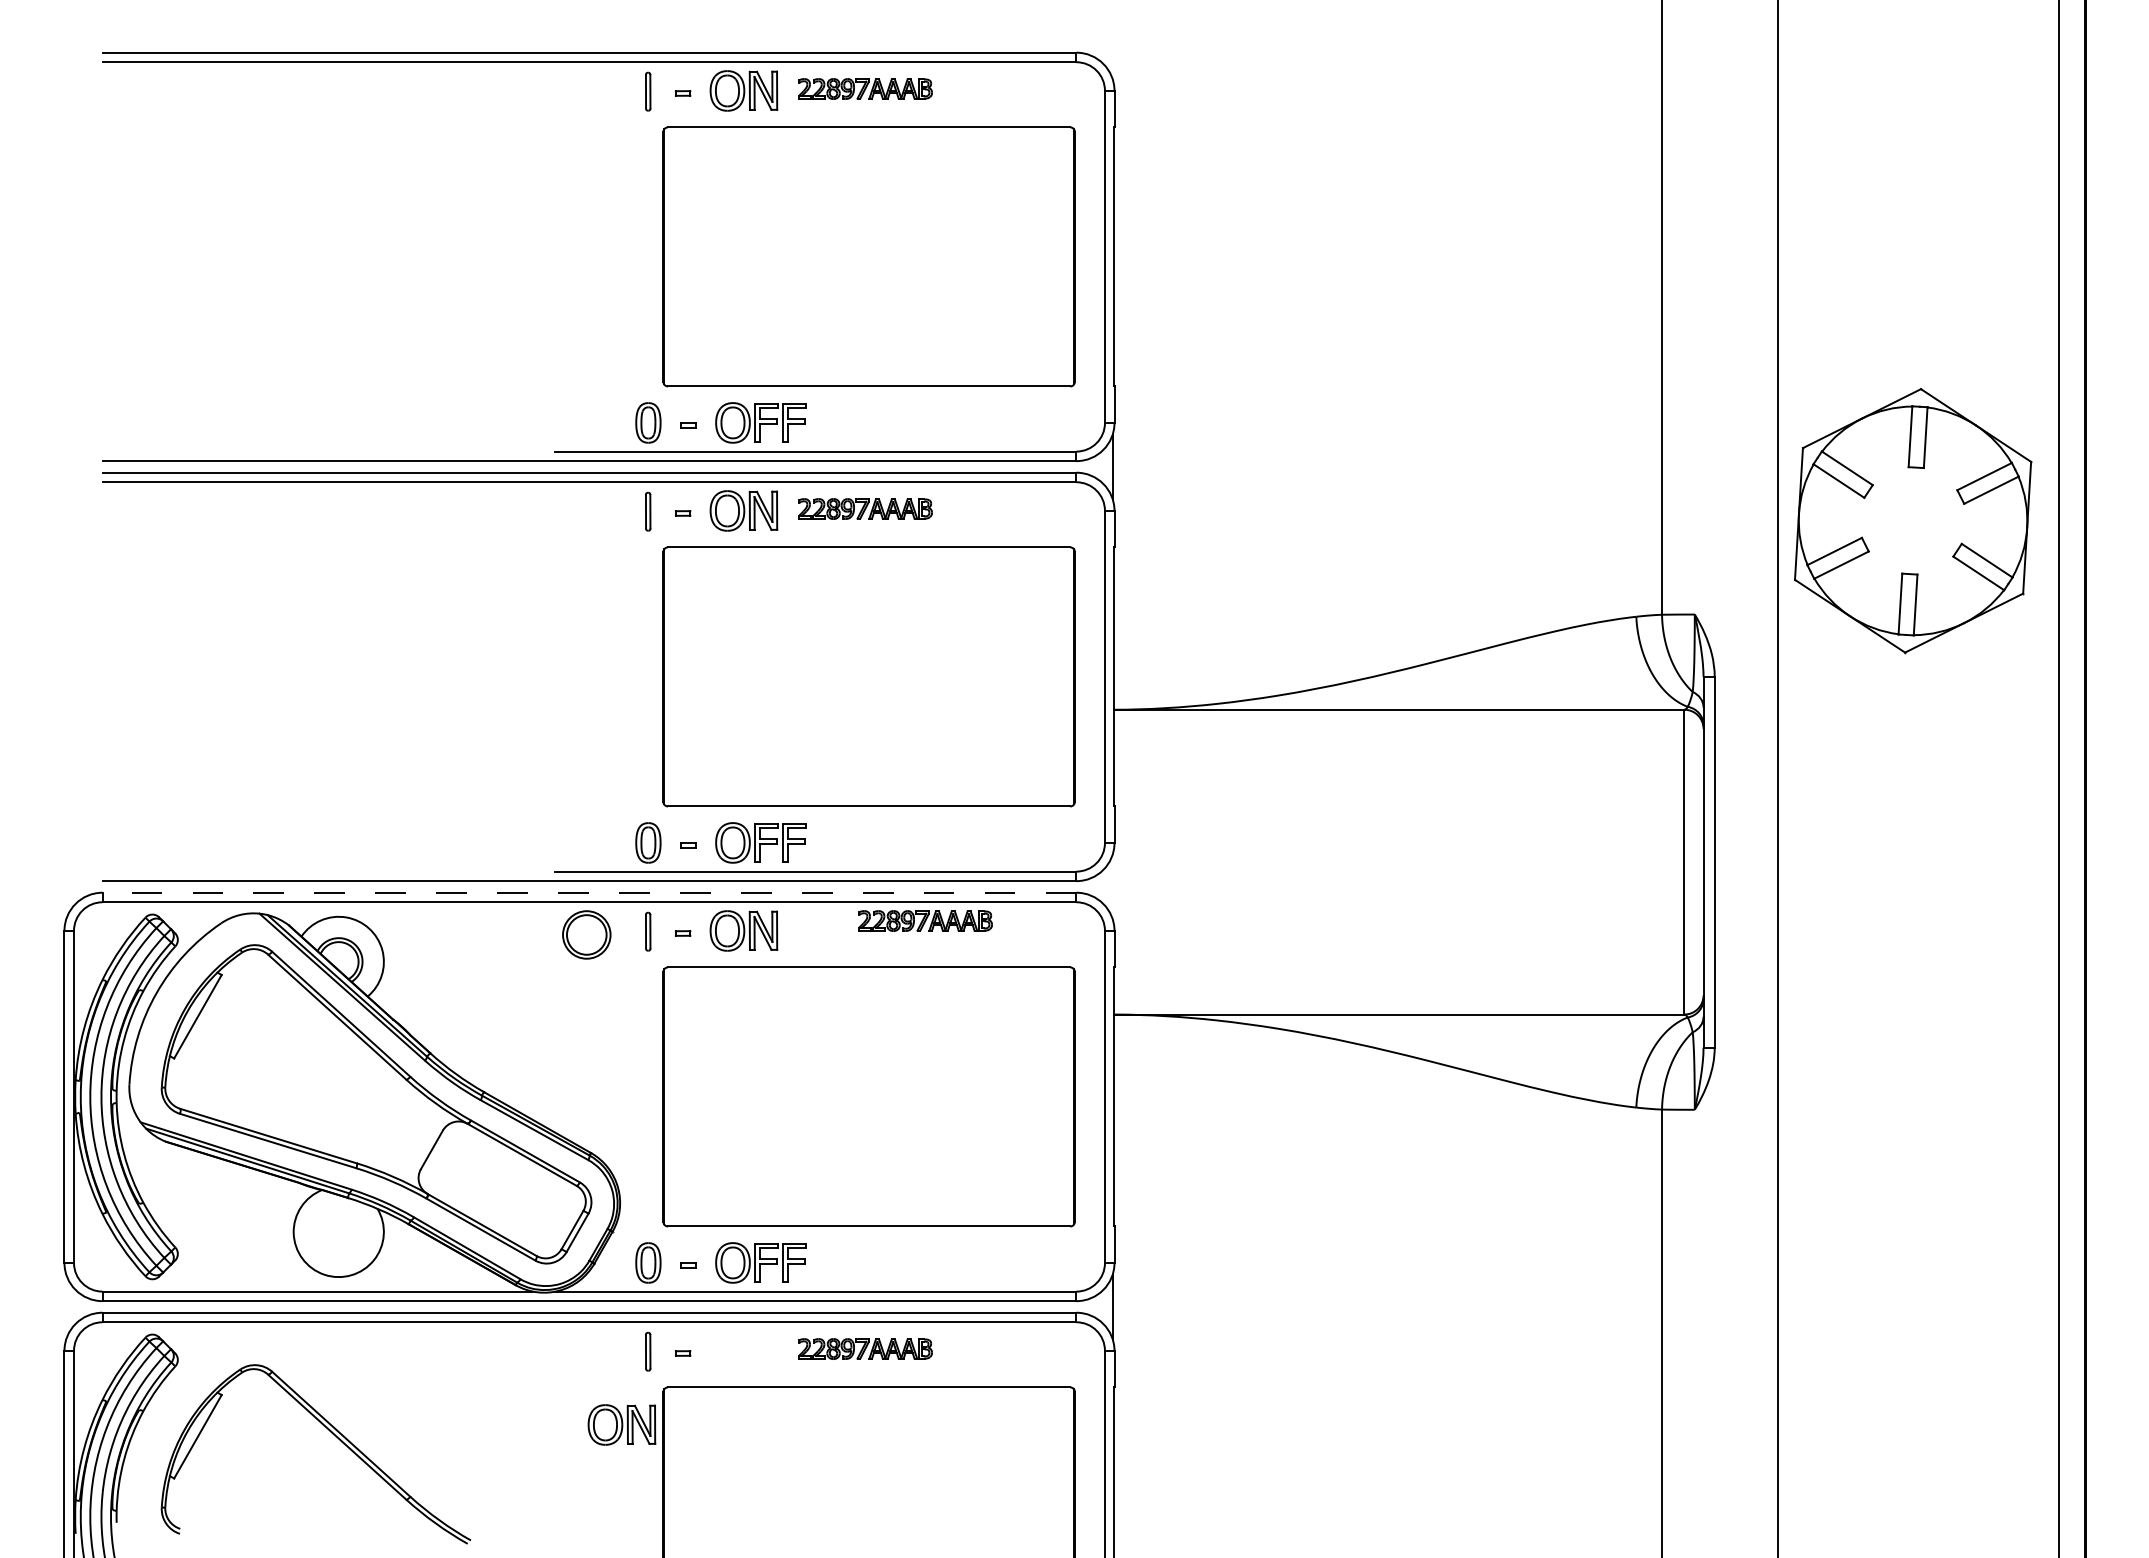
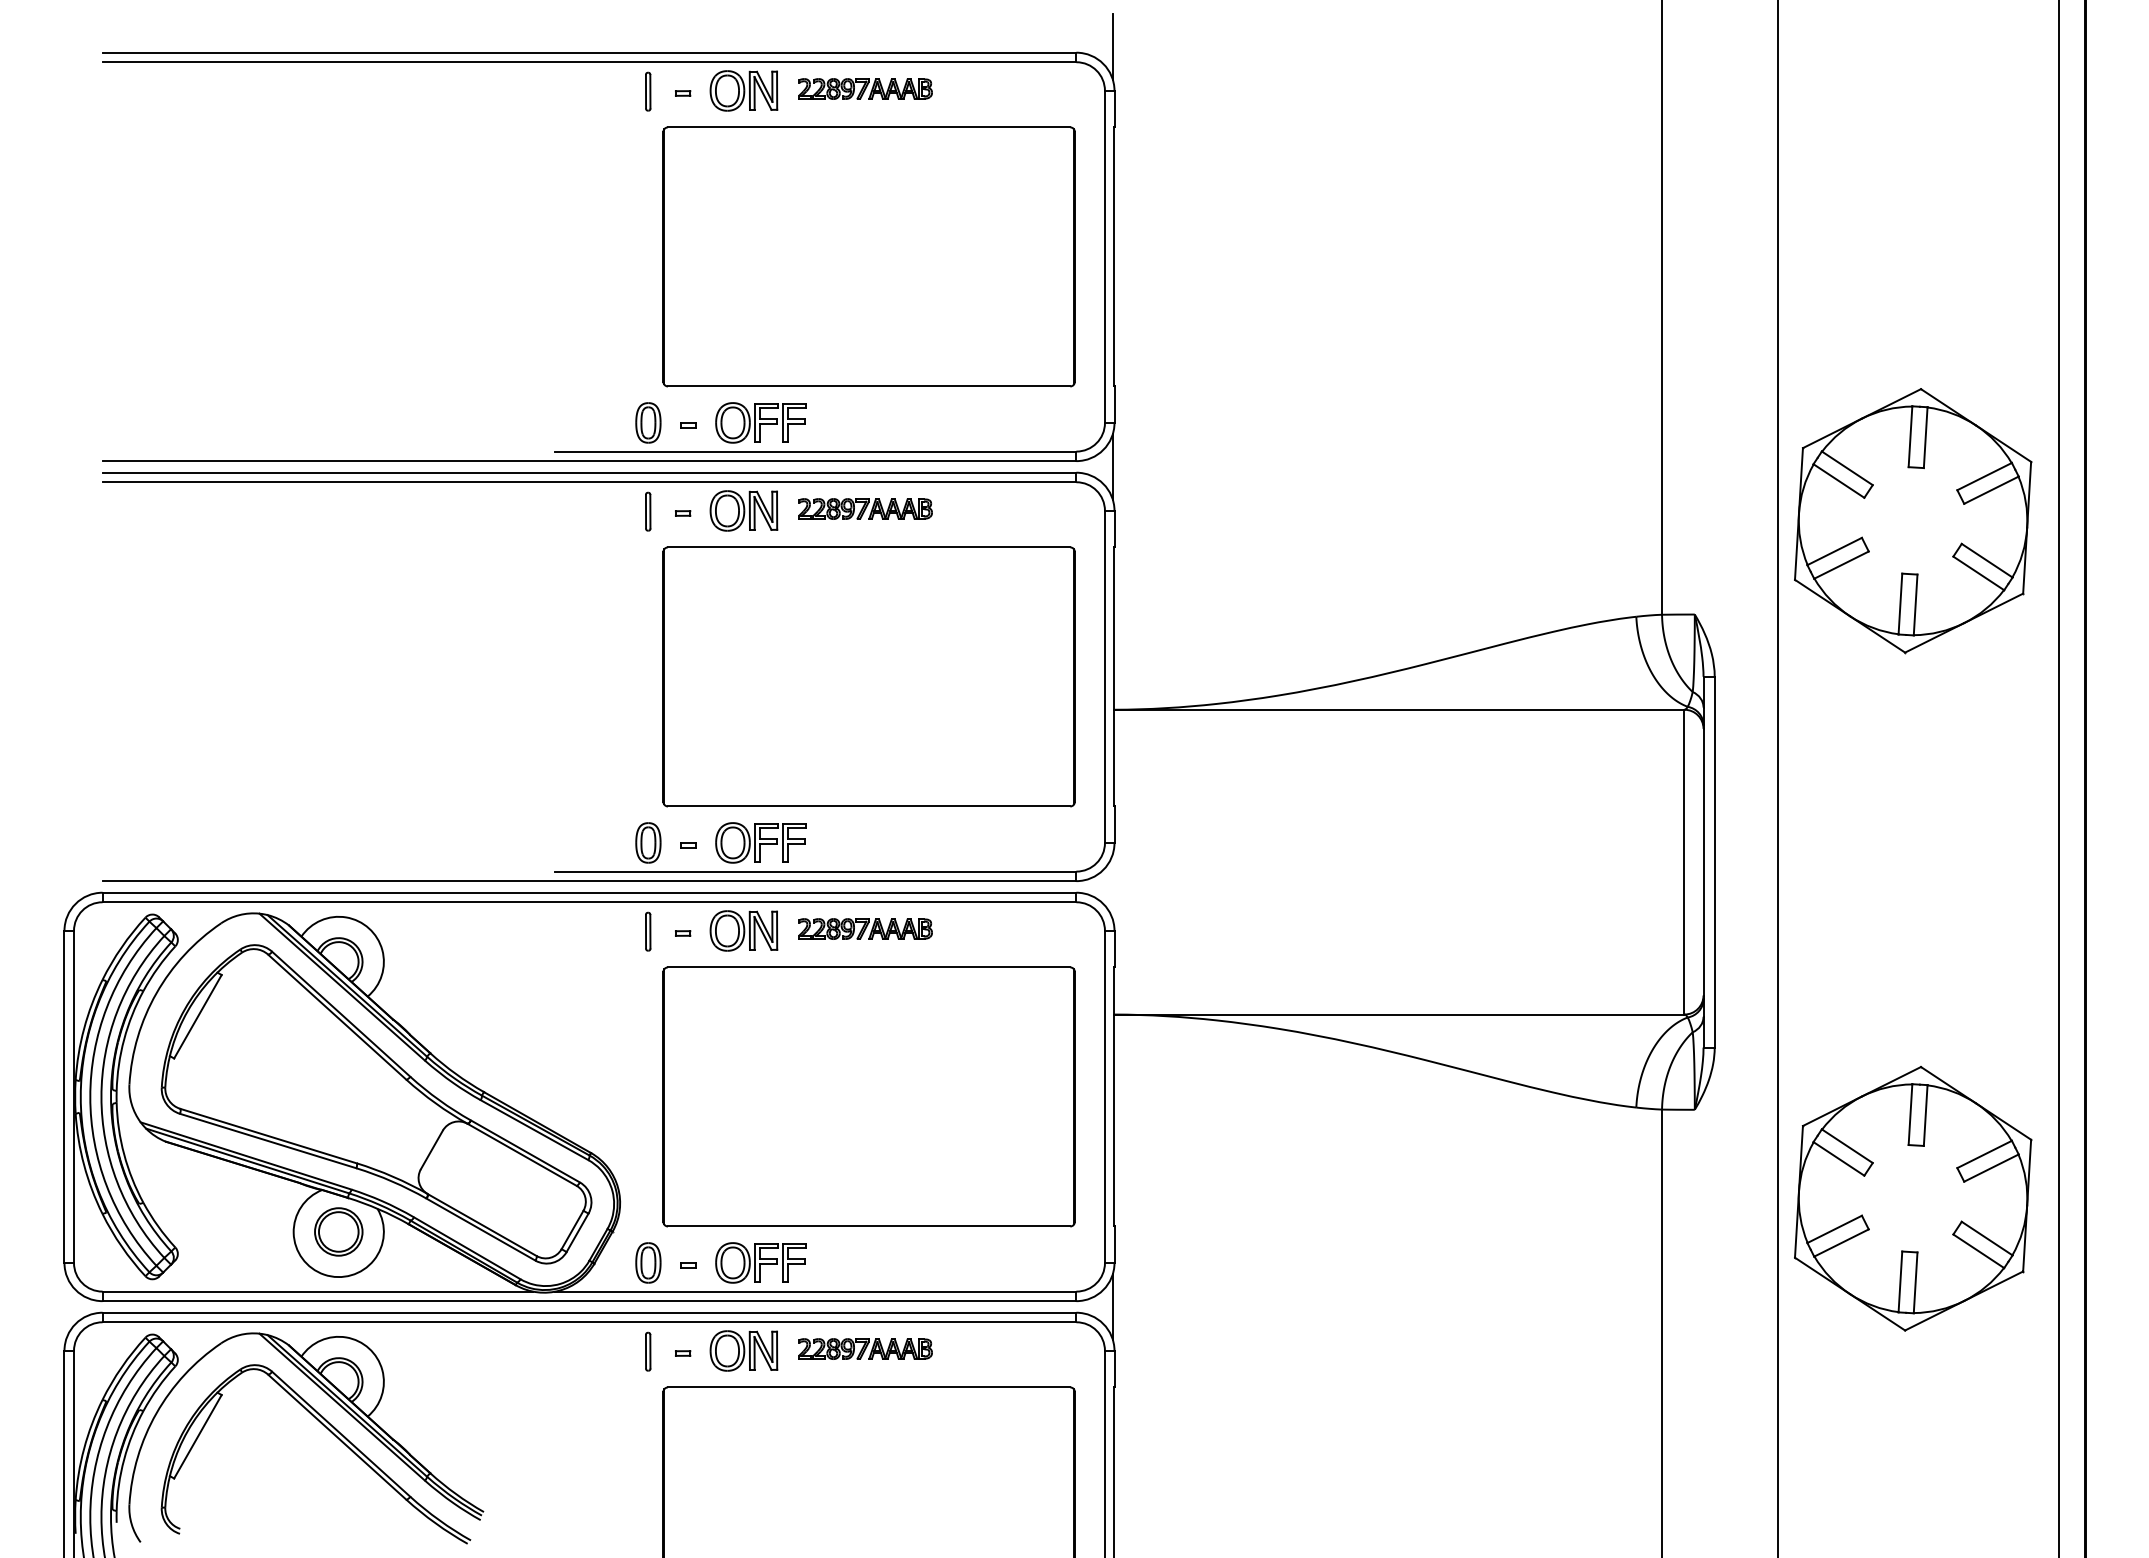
line at (1112, 46): none -> present
line at (589, 892): dashed -> solid
part at (925, 920) position: (925, 920) -> (865, 928)
part at (586, 934) position: (586, 934) -> (338, 1231)
part at (1913, 1198): none -> present
part at (338, 1405): none -> present
part at (621, 1424) position: (621, 1424) -> (743, 1350)
